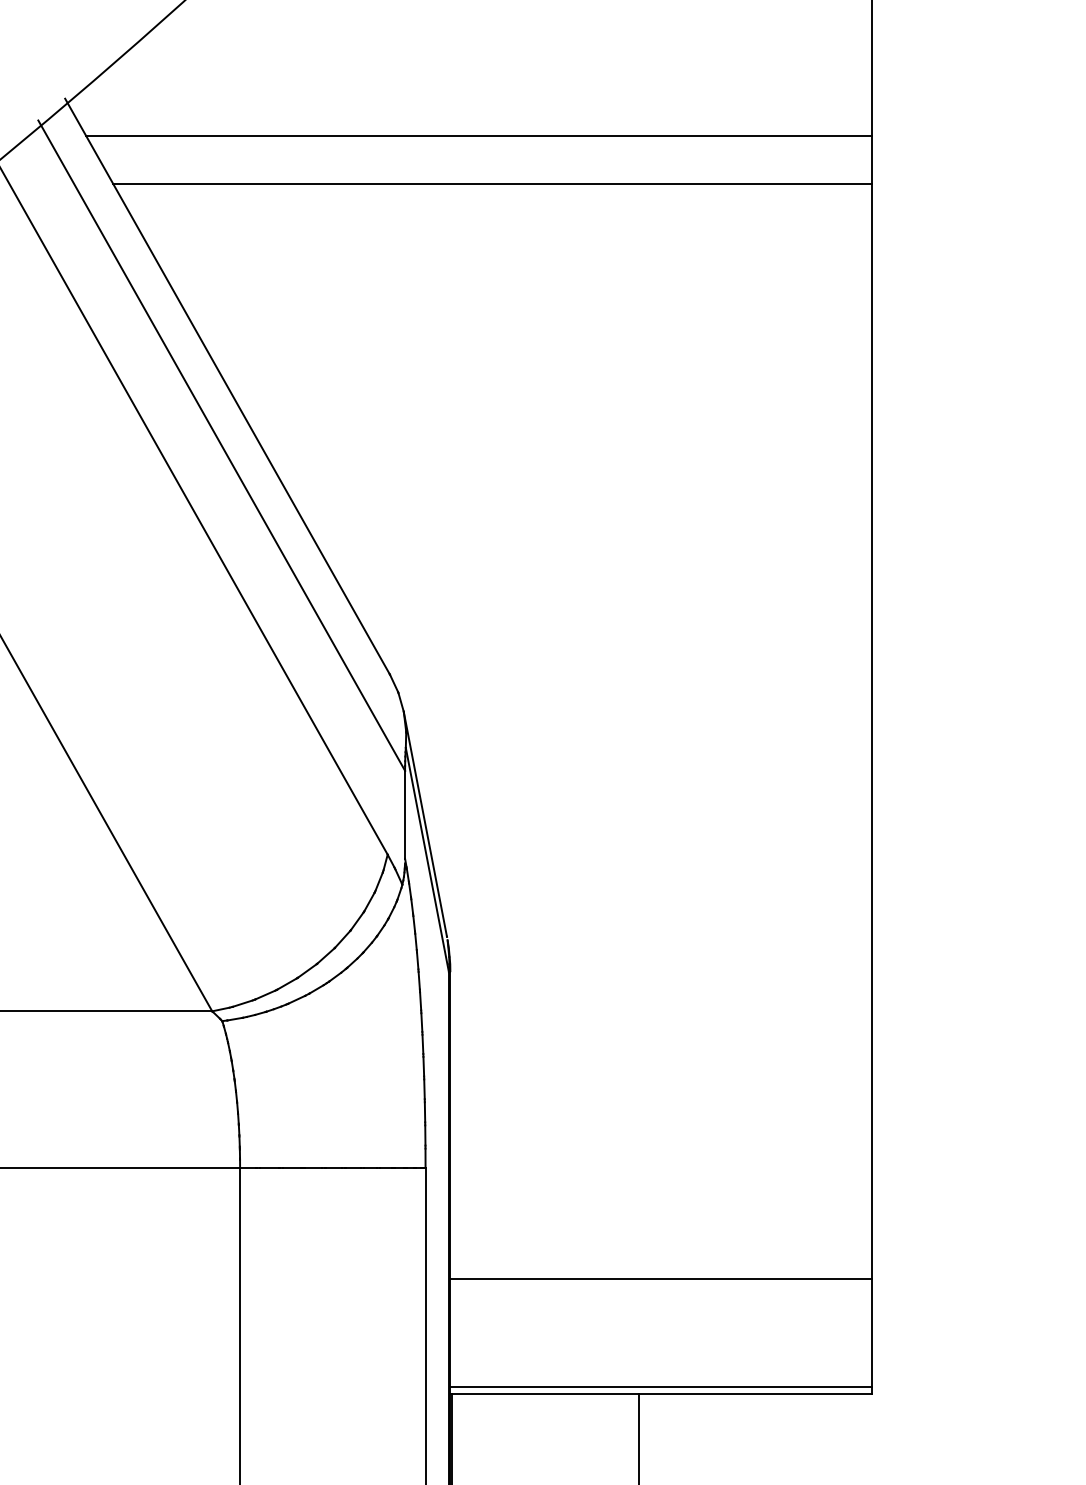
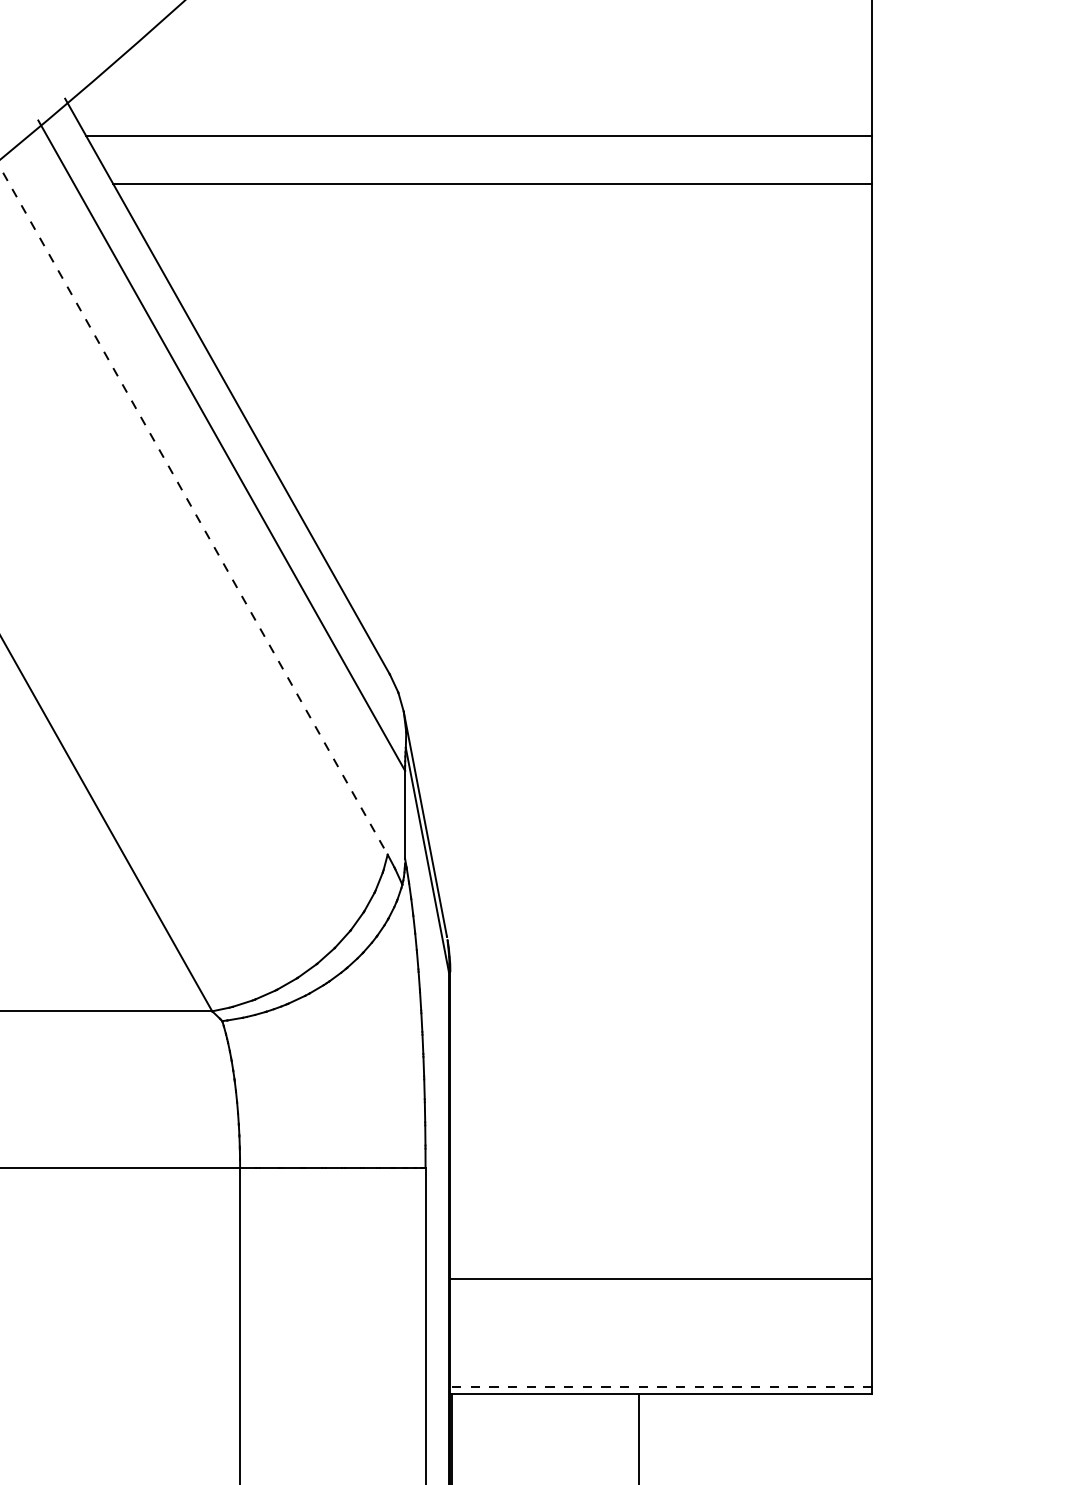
line at (194, 511): solid -> dashed
line at (660, 1386): solid -> dashed
